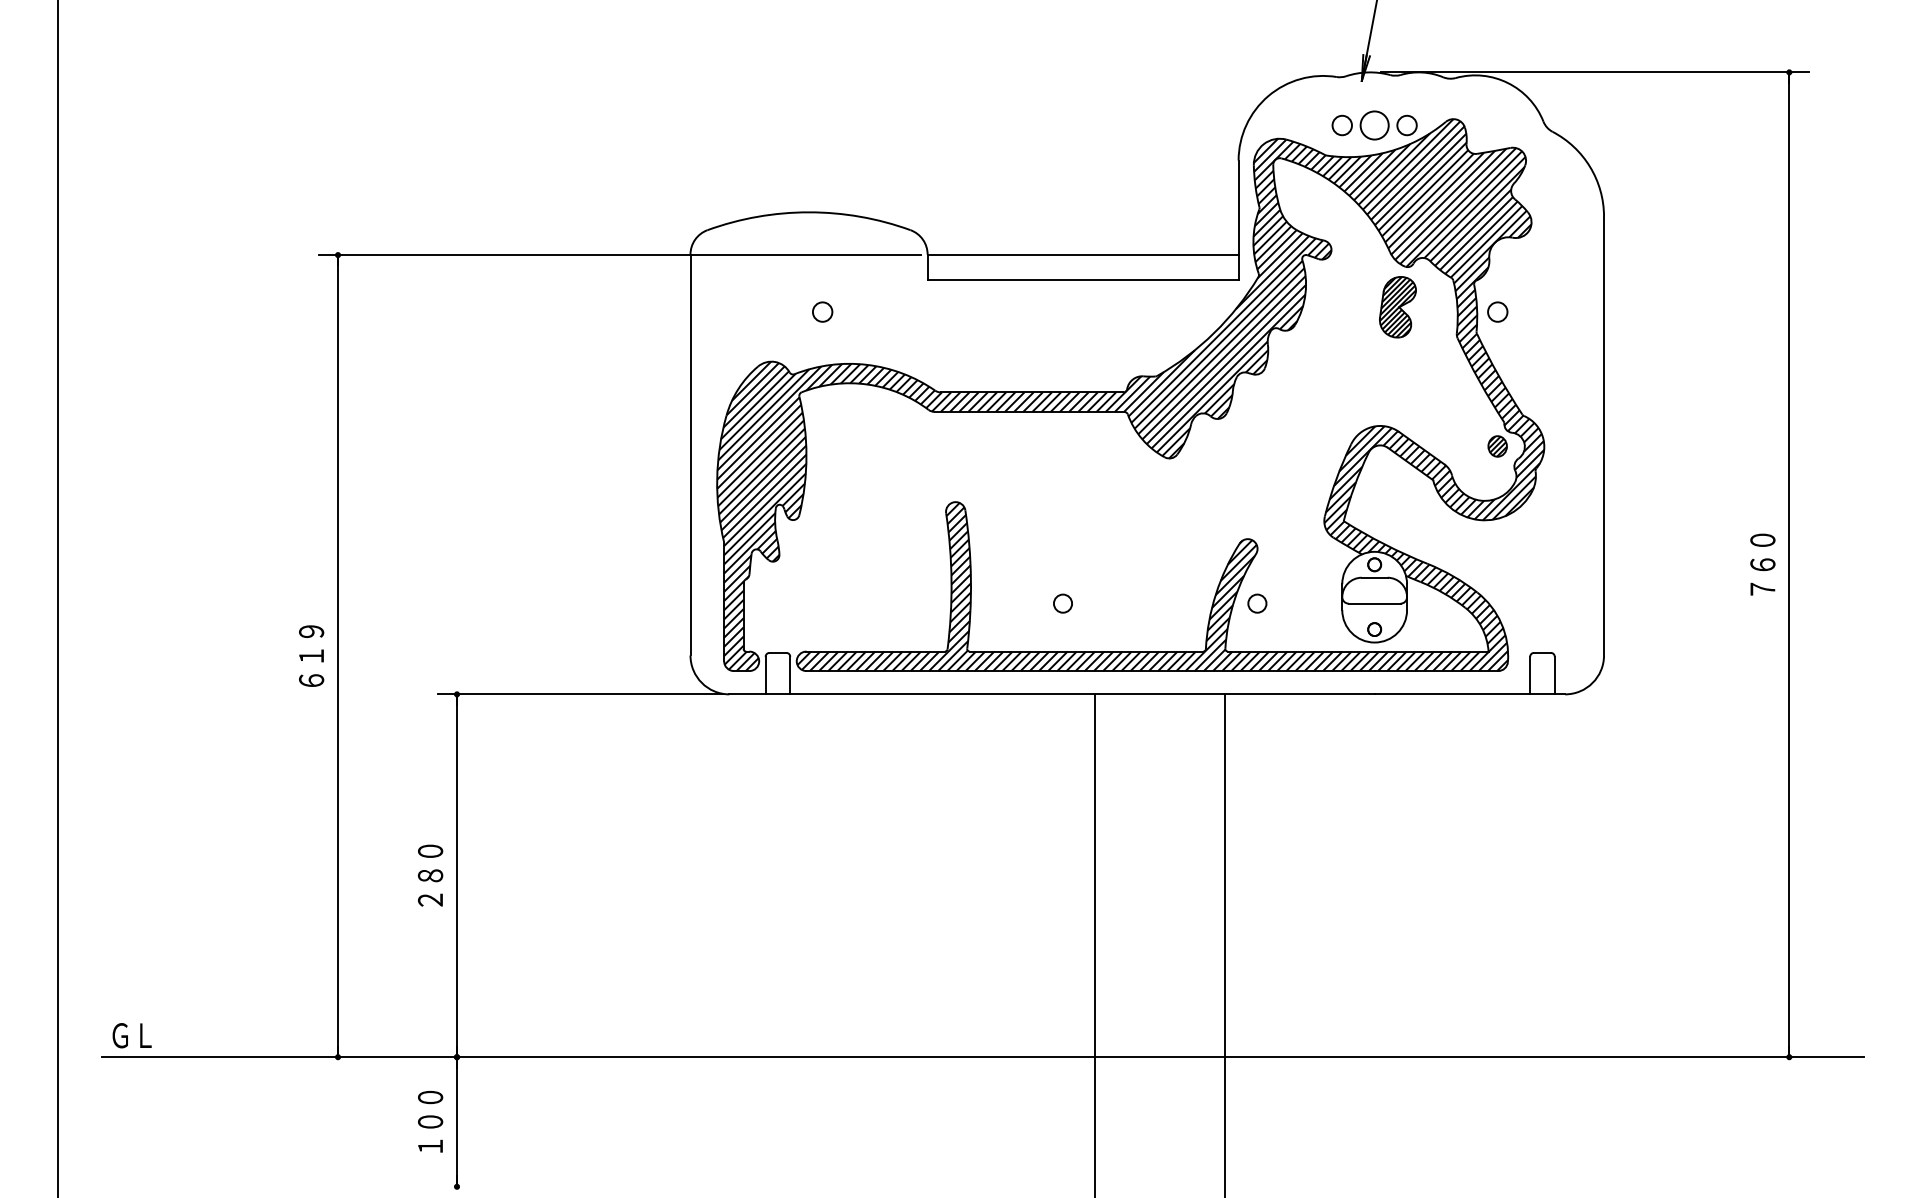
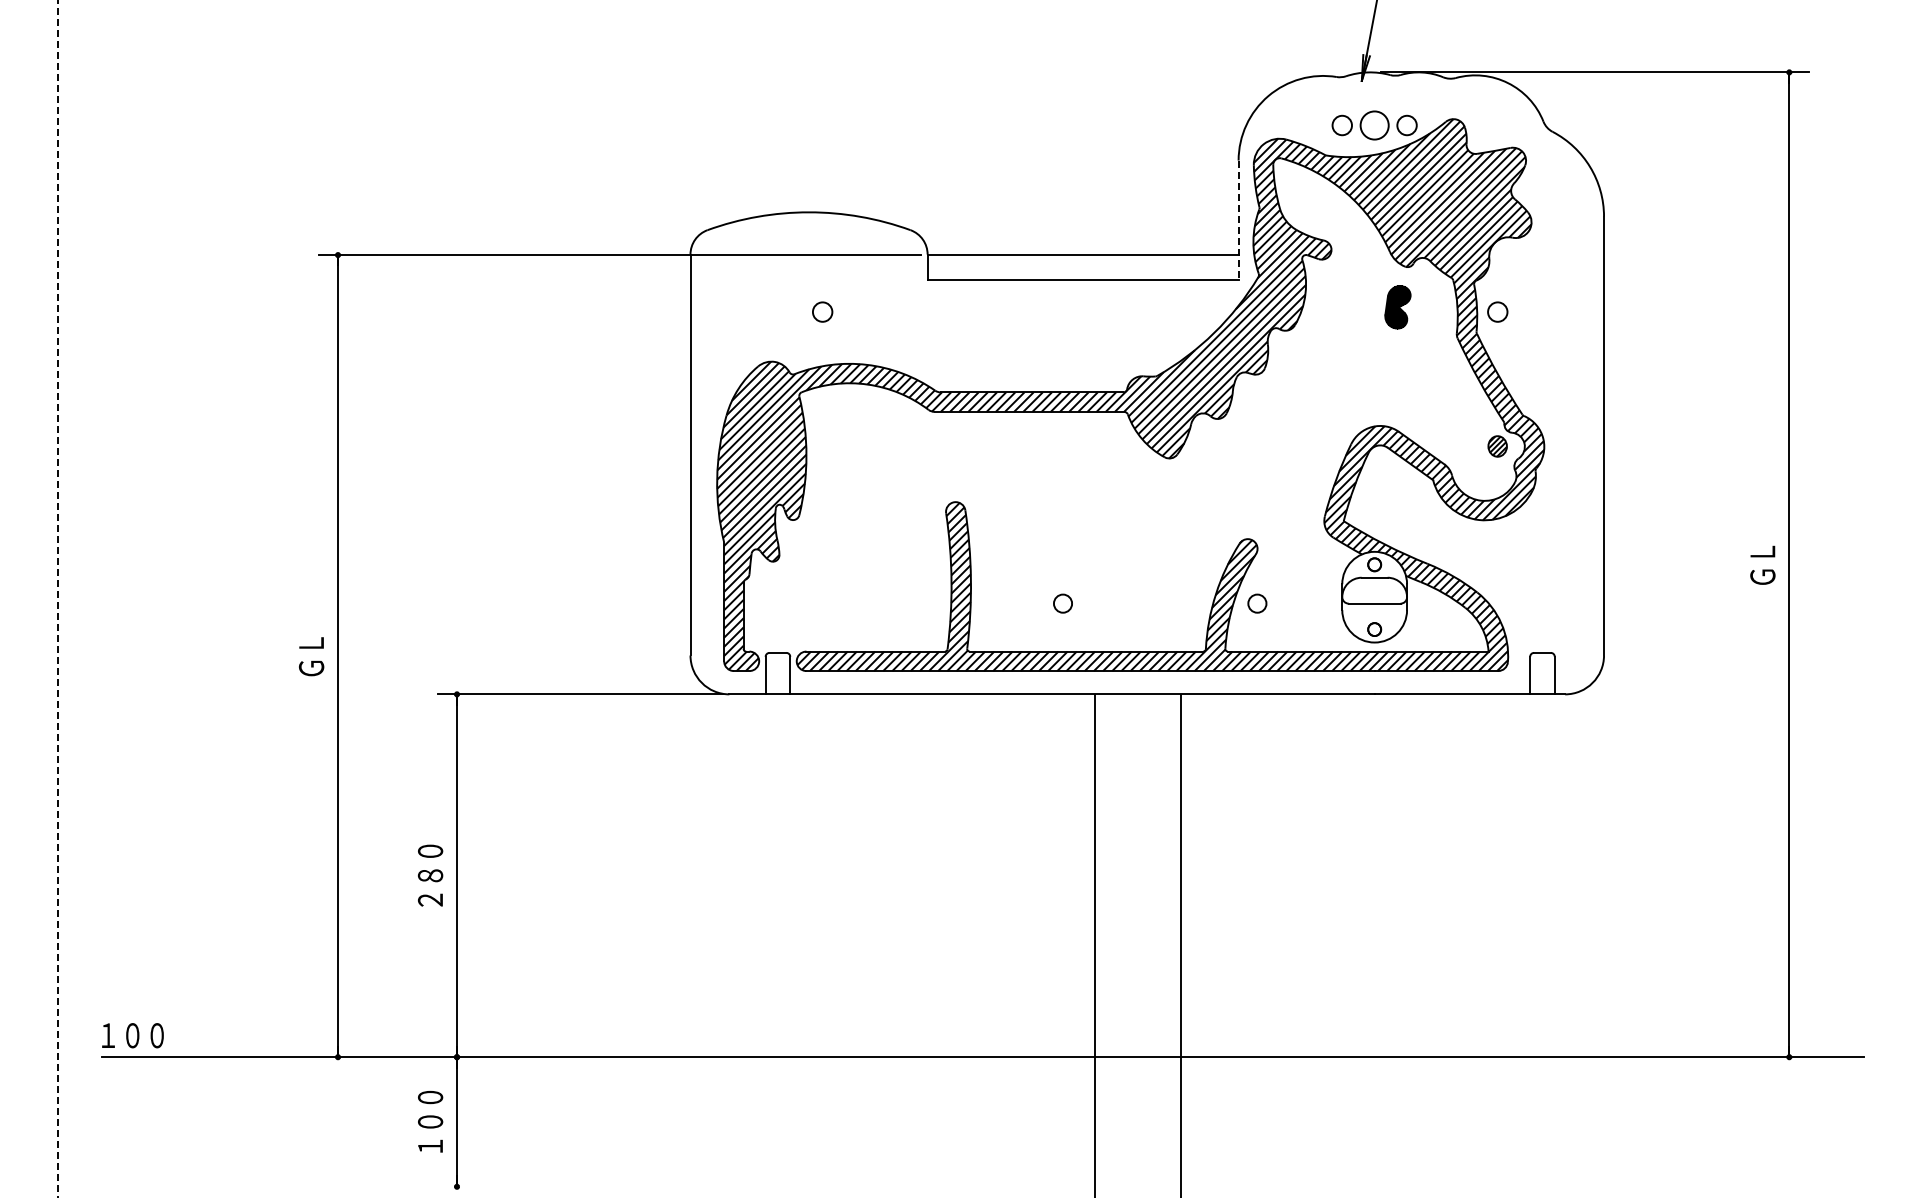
line at (1238, 220): solid -> dashed
part at (1397, 307) size: 38x63 px -> 28x45 px
text at (1762, 564): ７６０ -> ＧＬ
line at (57, 598): solid -> dashed
text at (311, 655): ６１９ -> ＧＬ
line at (1225, 944) position: (1225, 944) -> (1181, 944)
text at (132, 1035): ＧＬ -> １００
